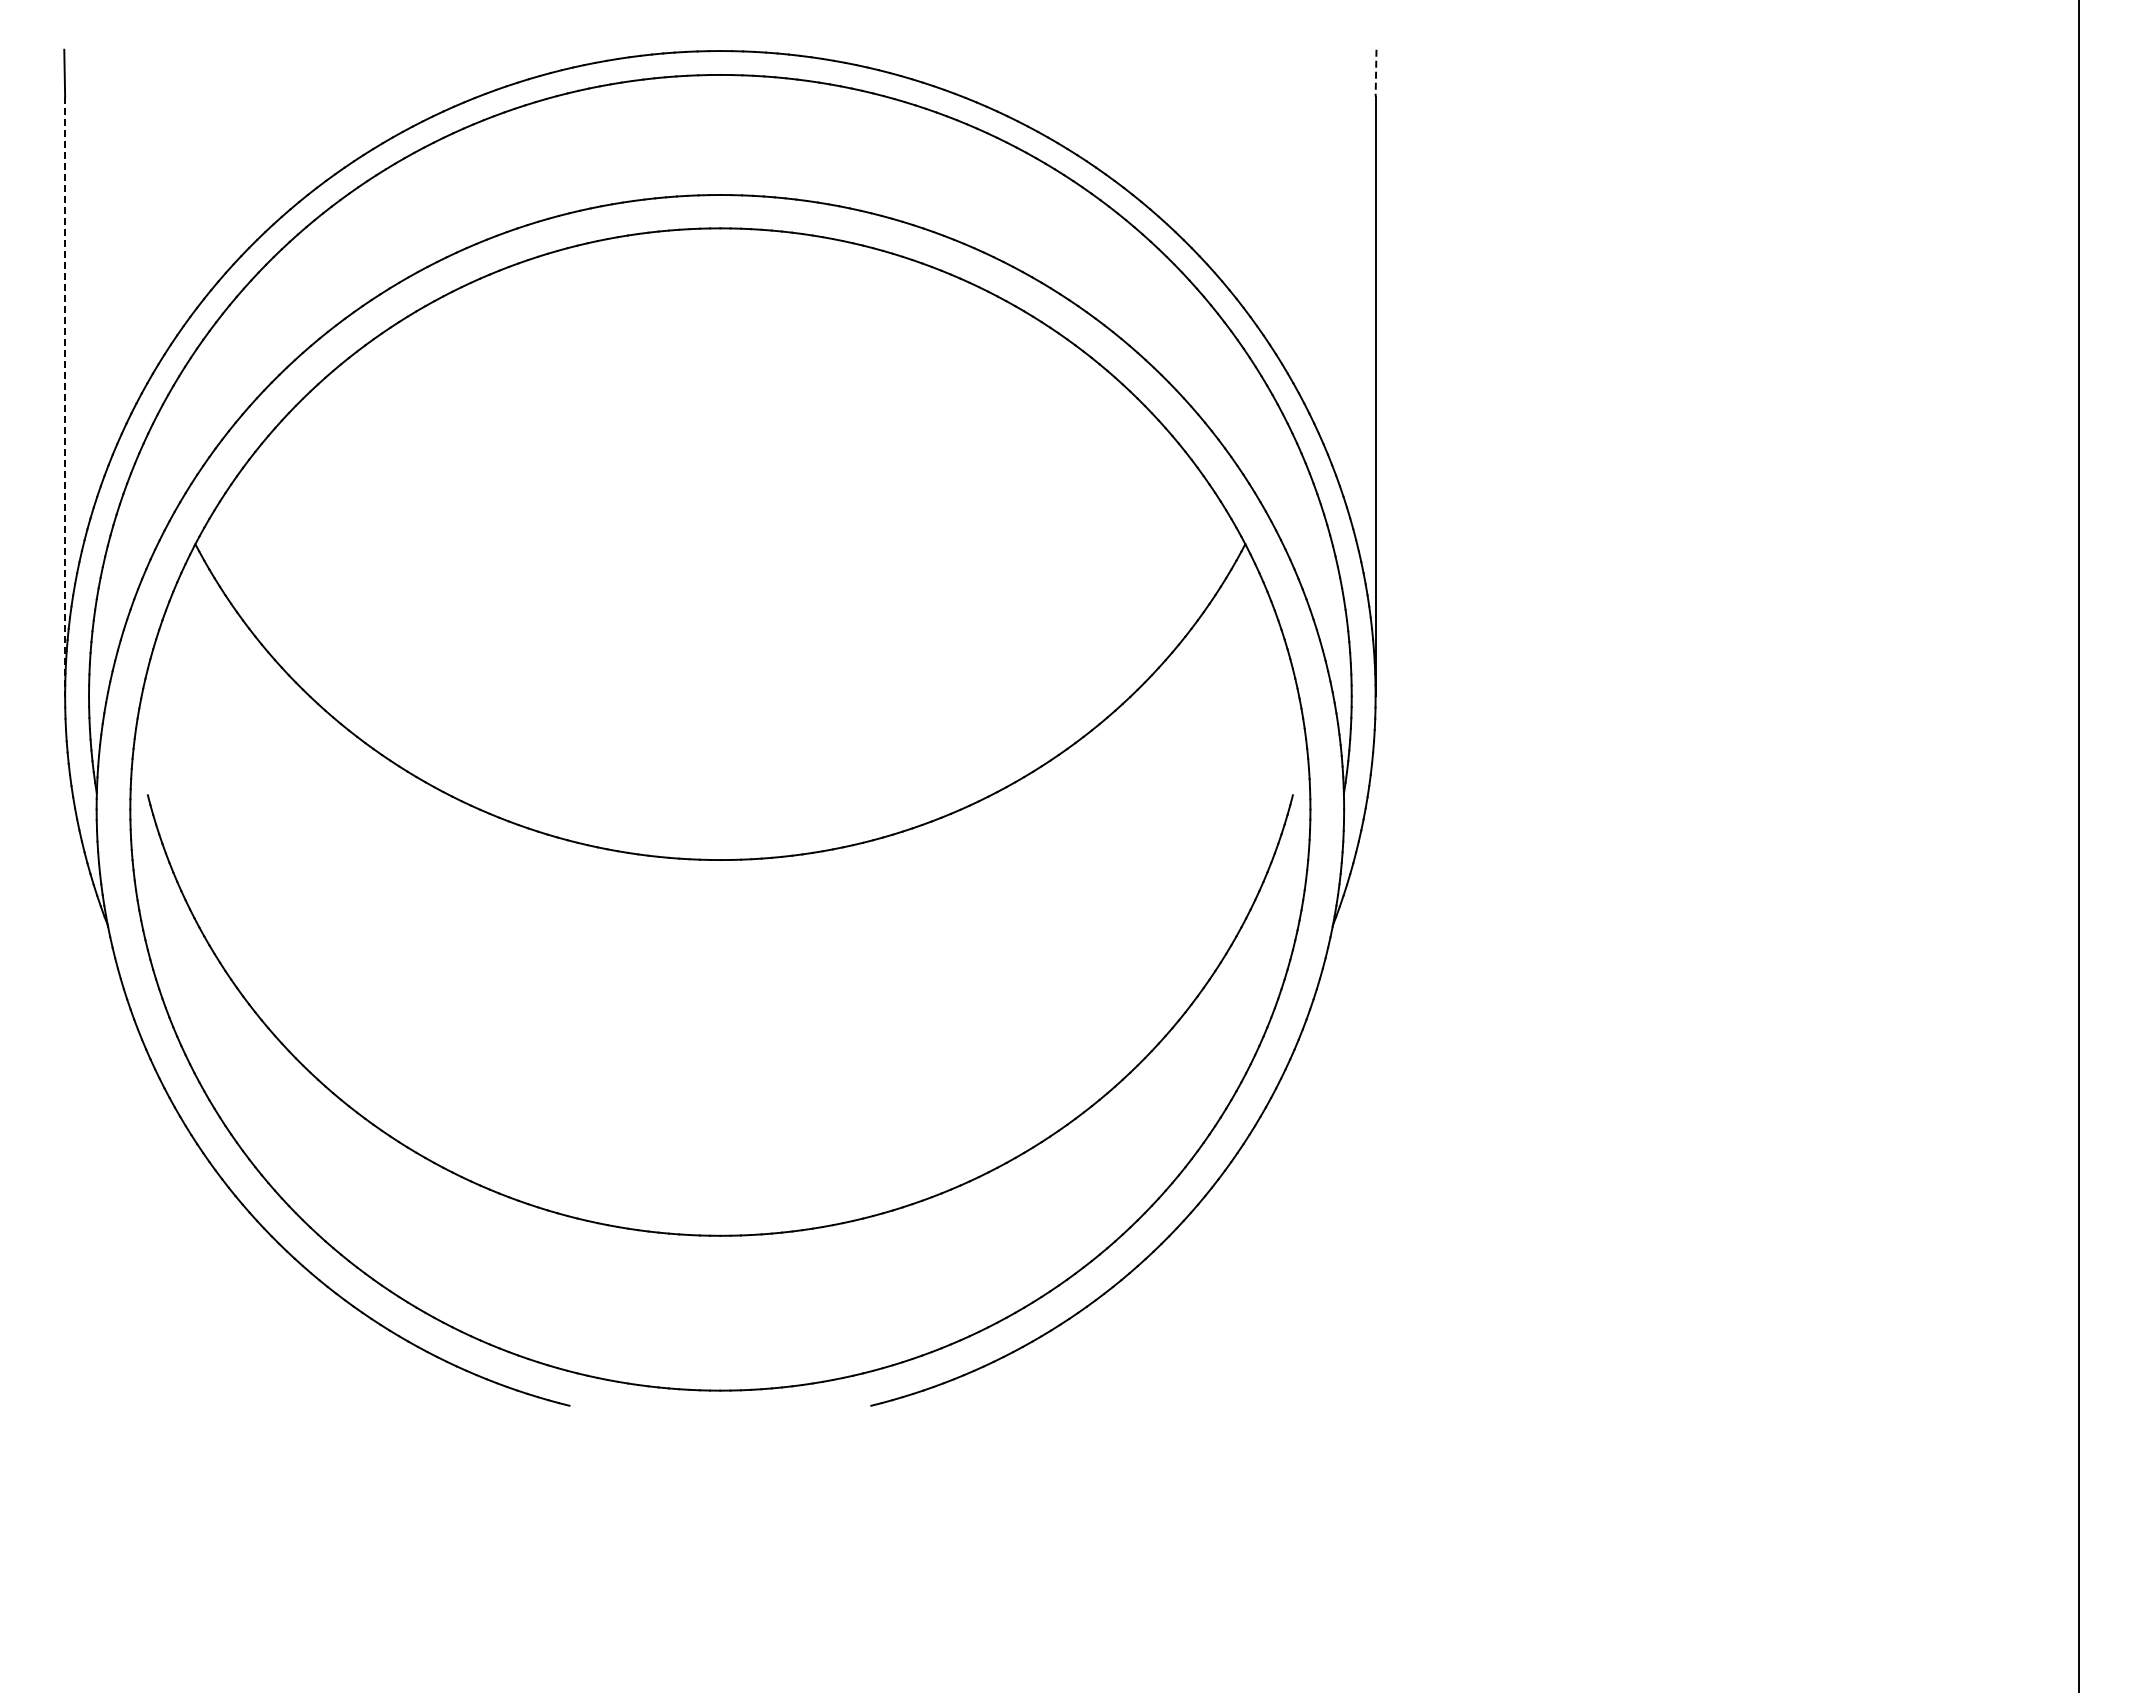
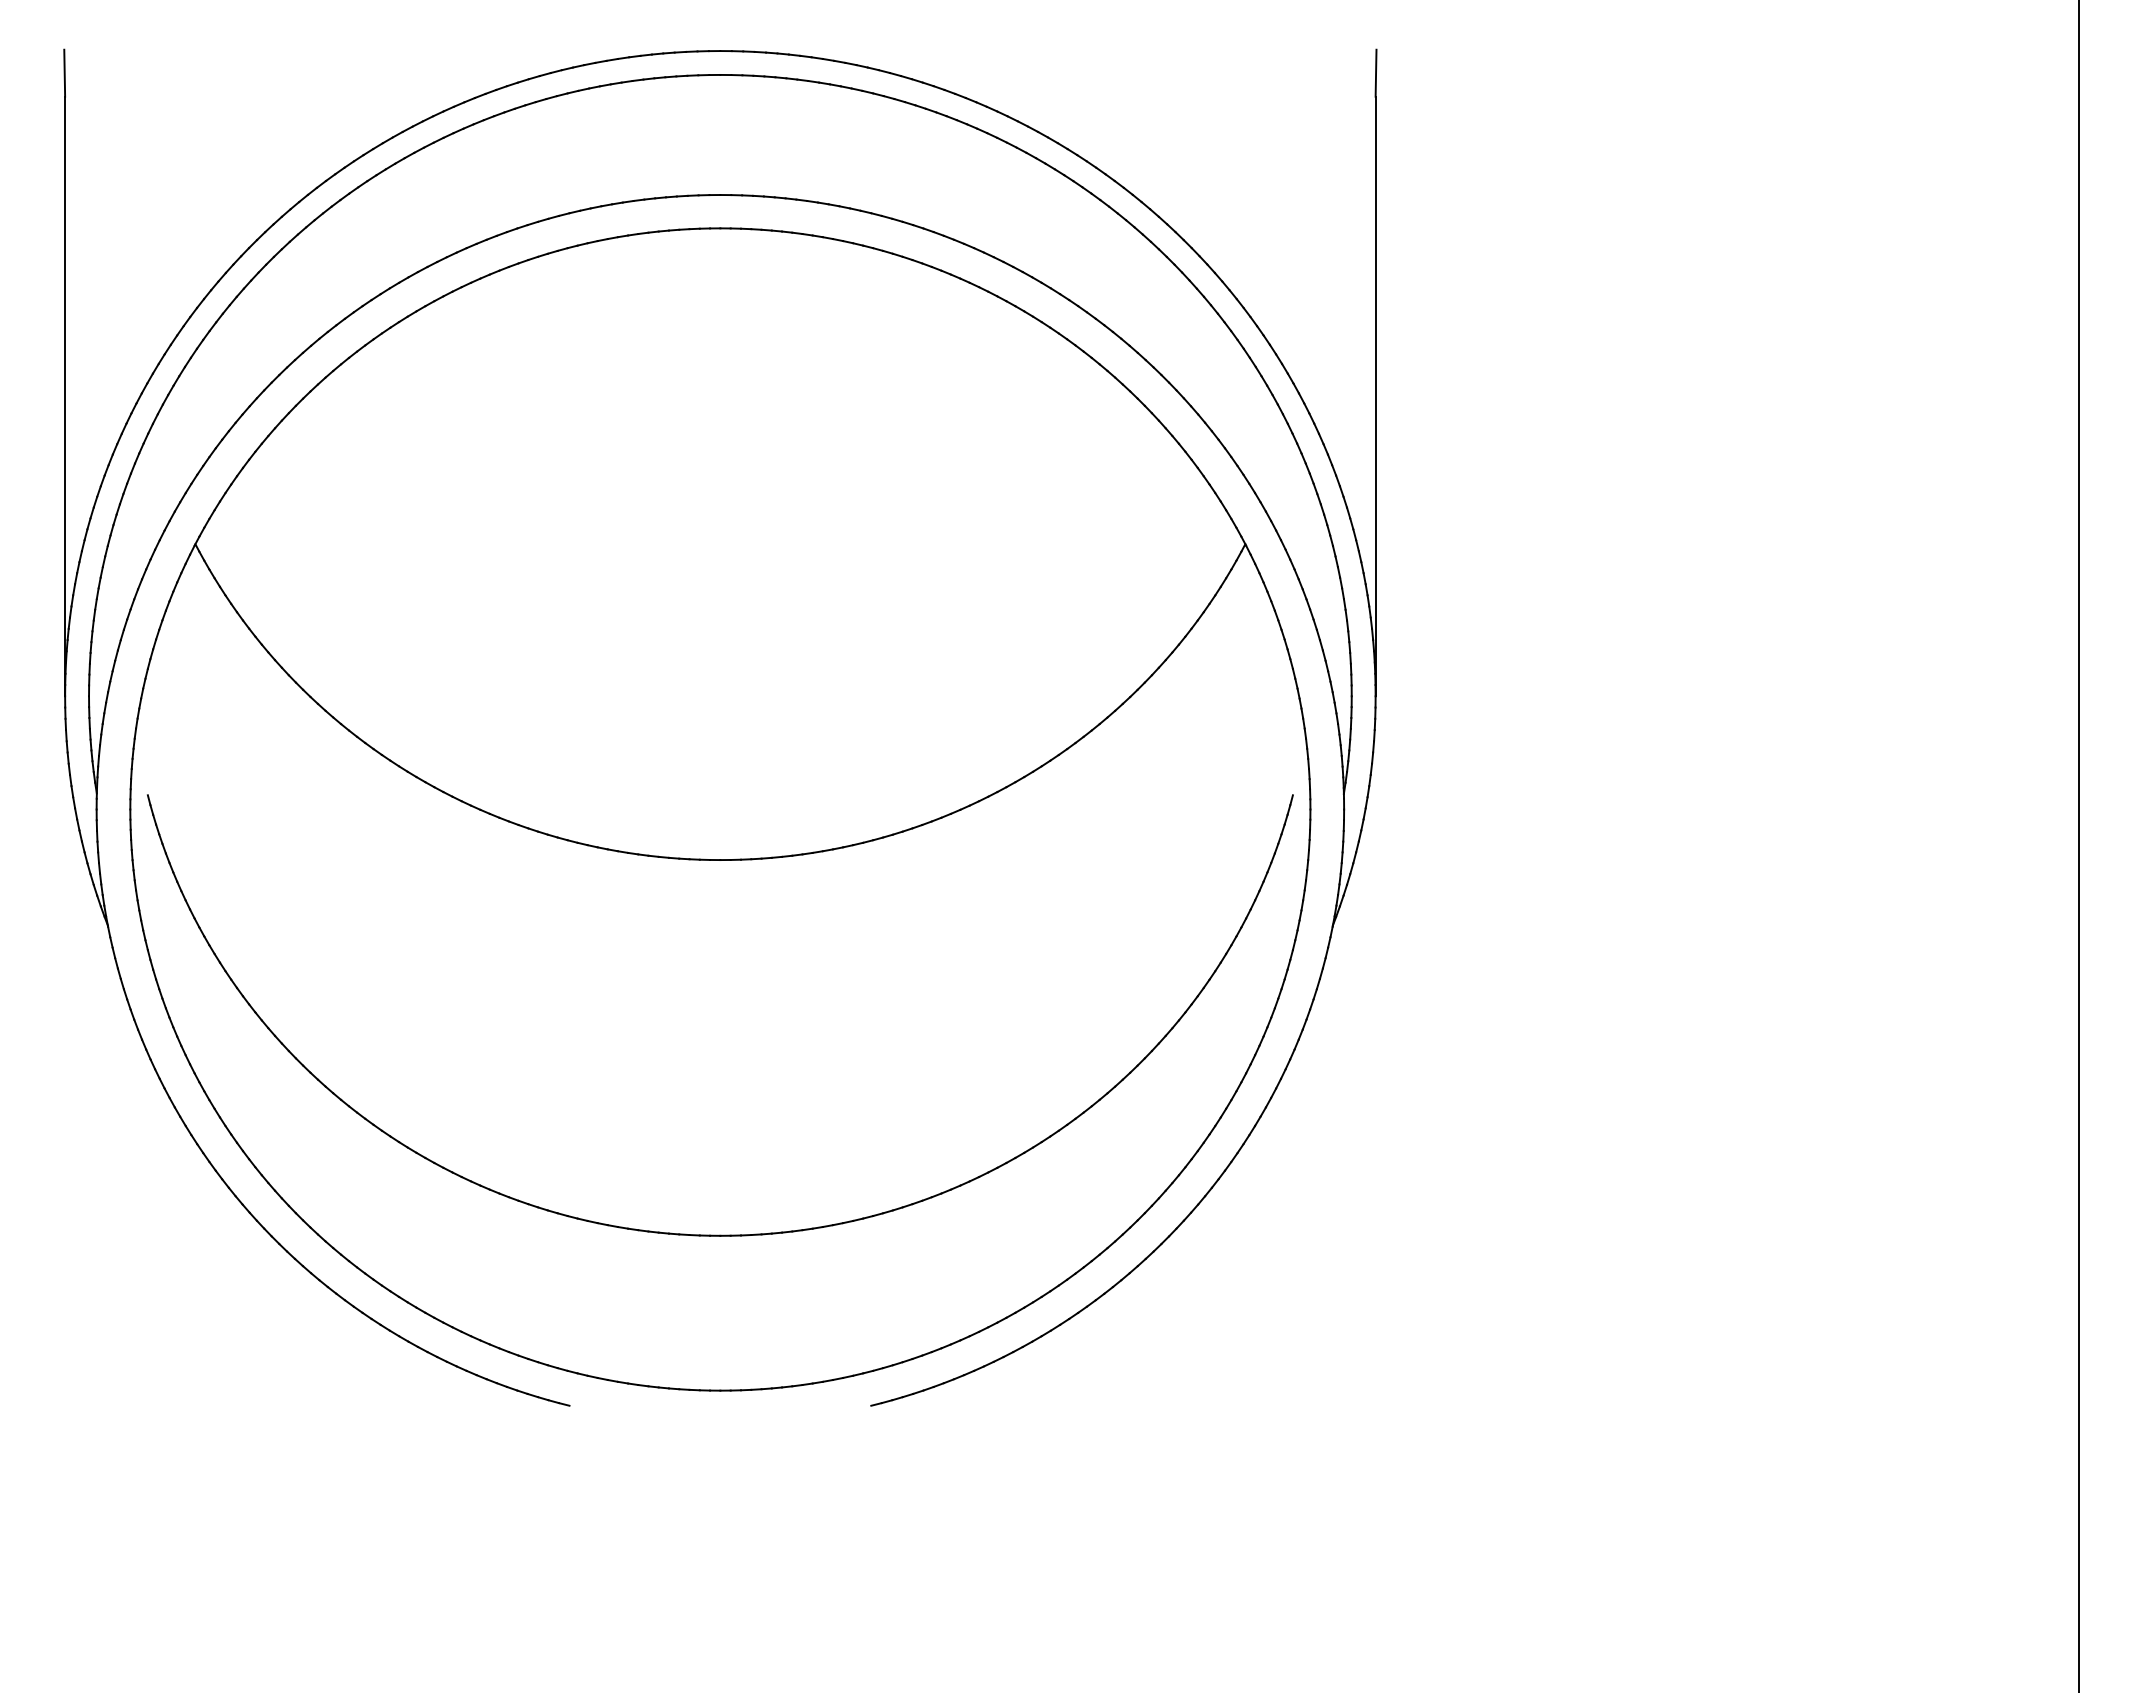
line at (1376, 73): dashed -> solid
line at (65, 396): dashed -> solid
